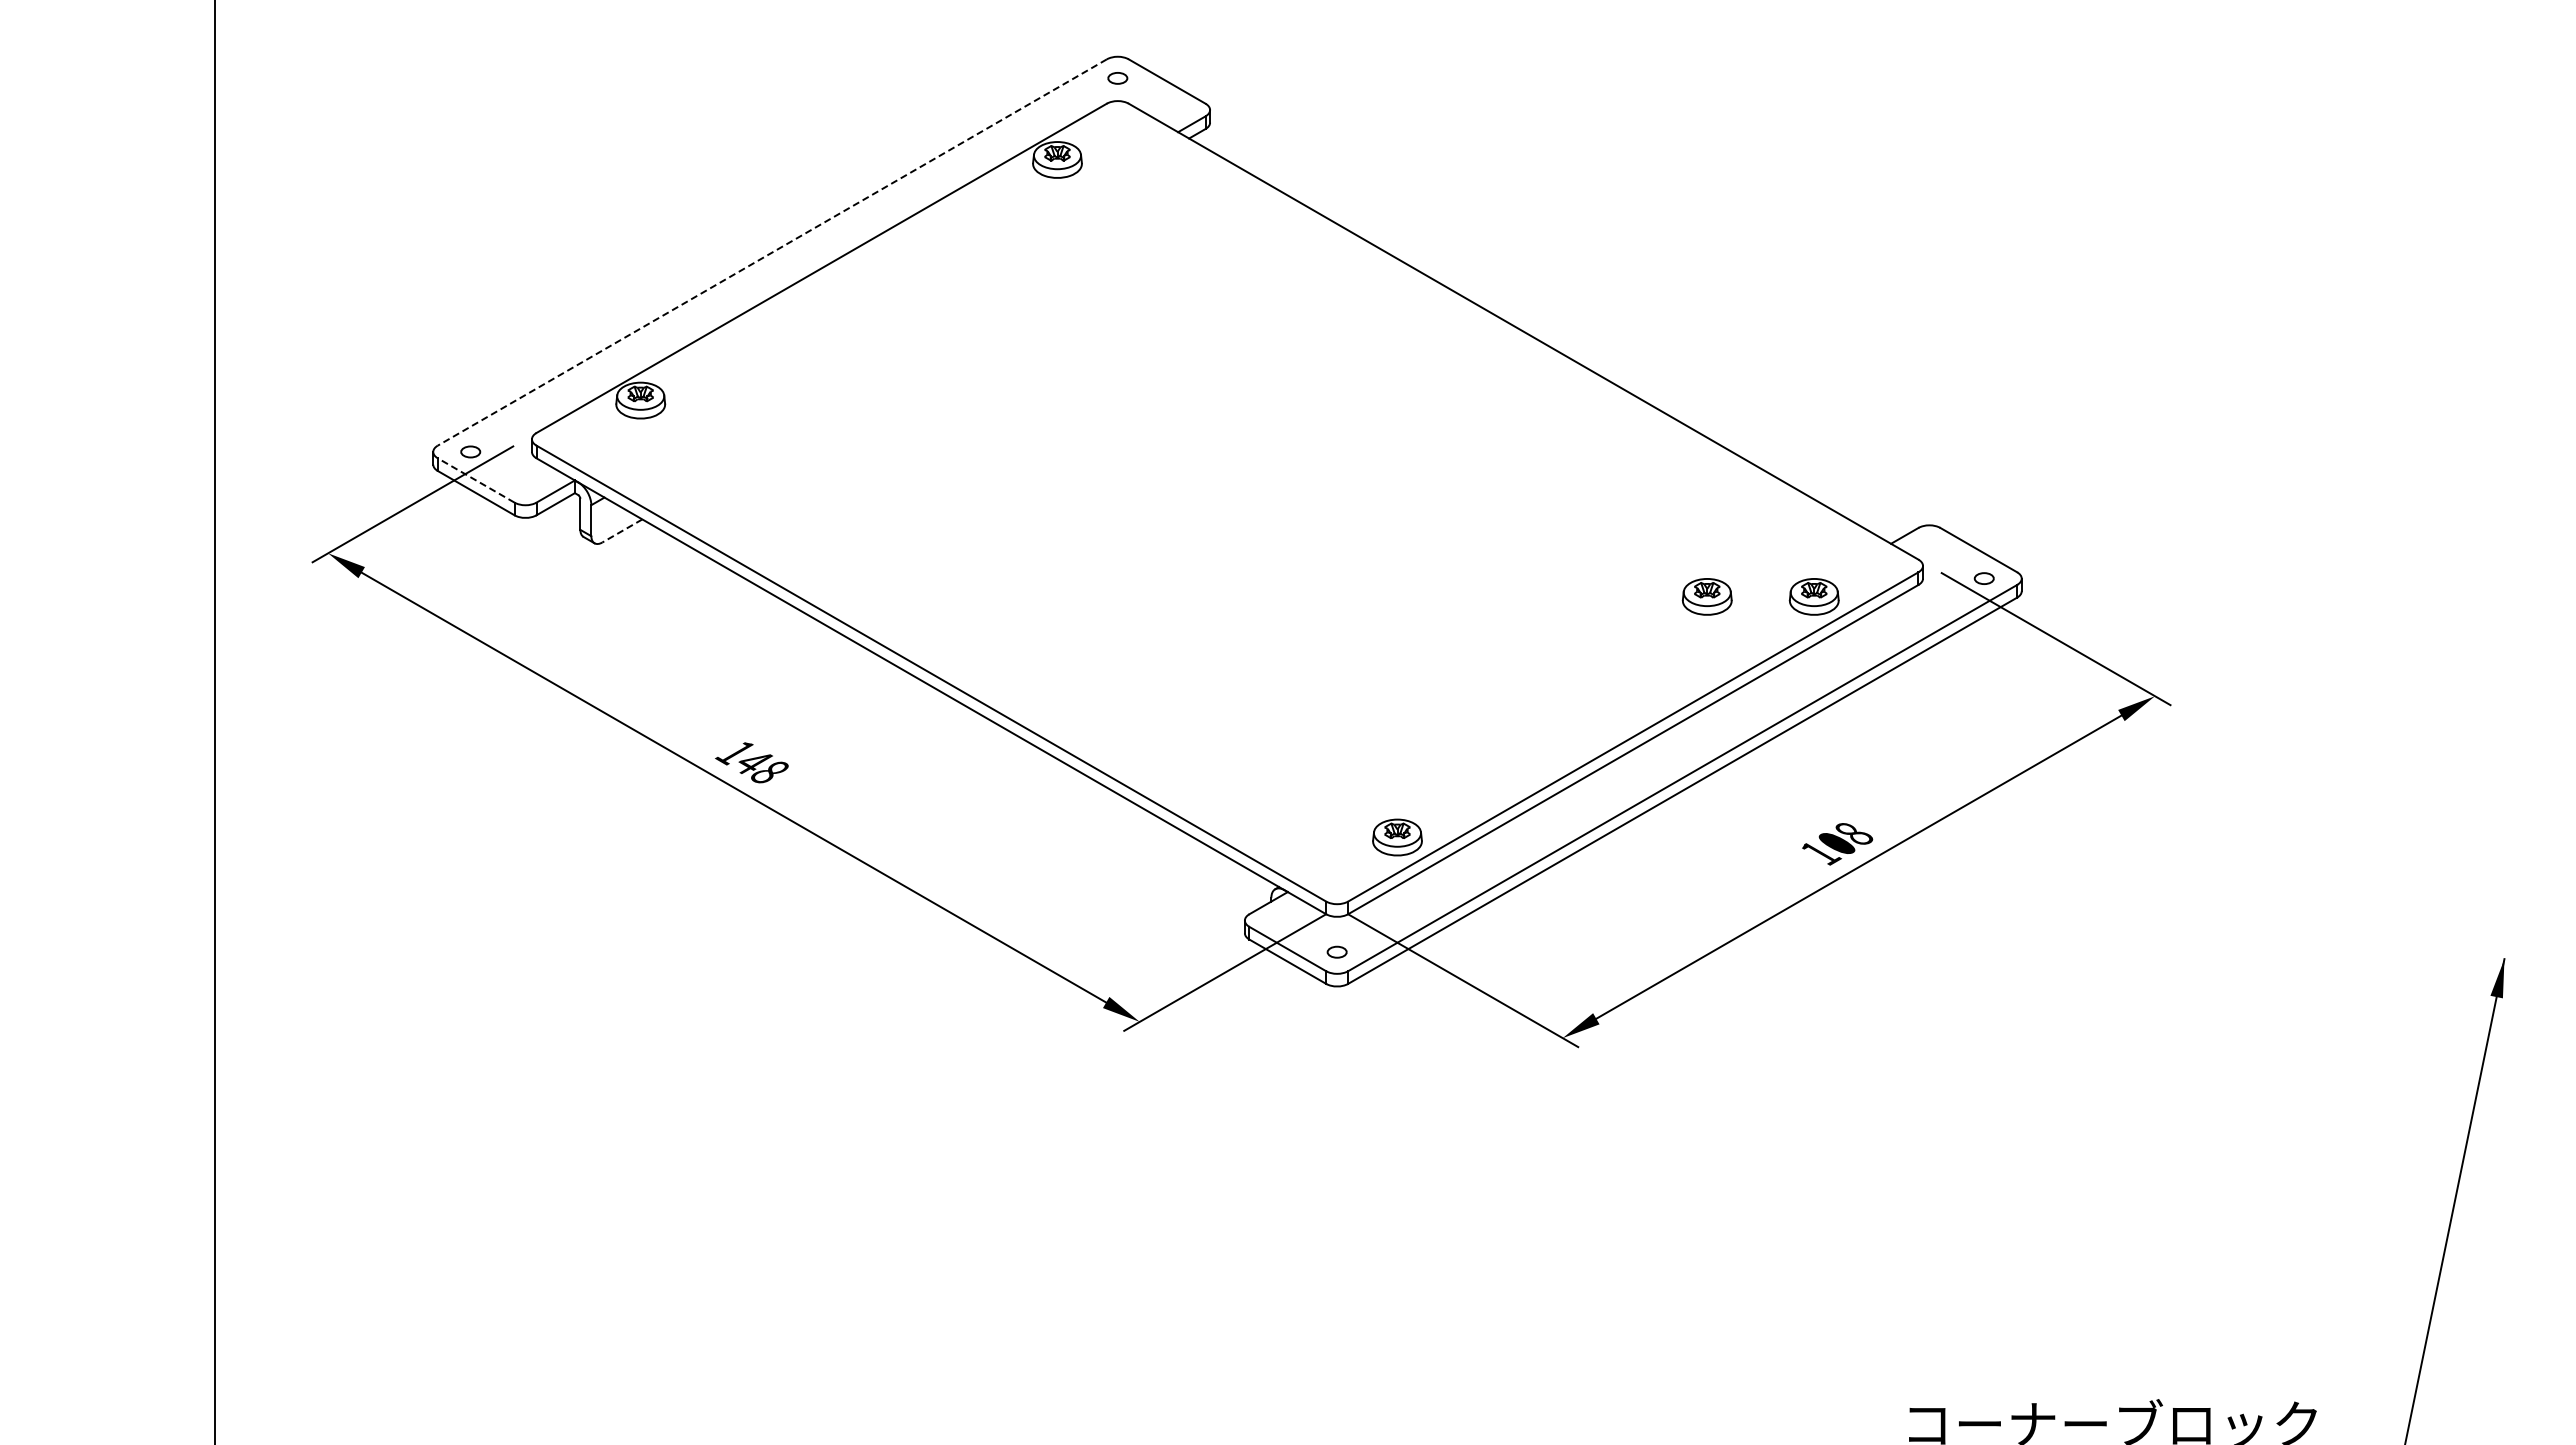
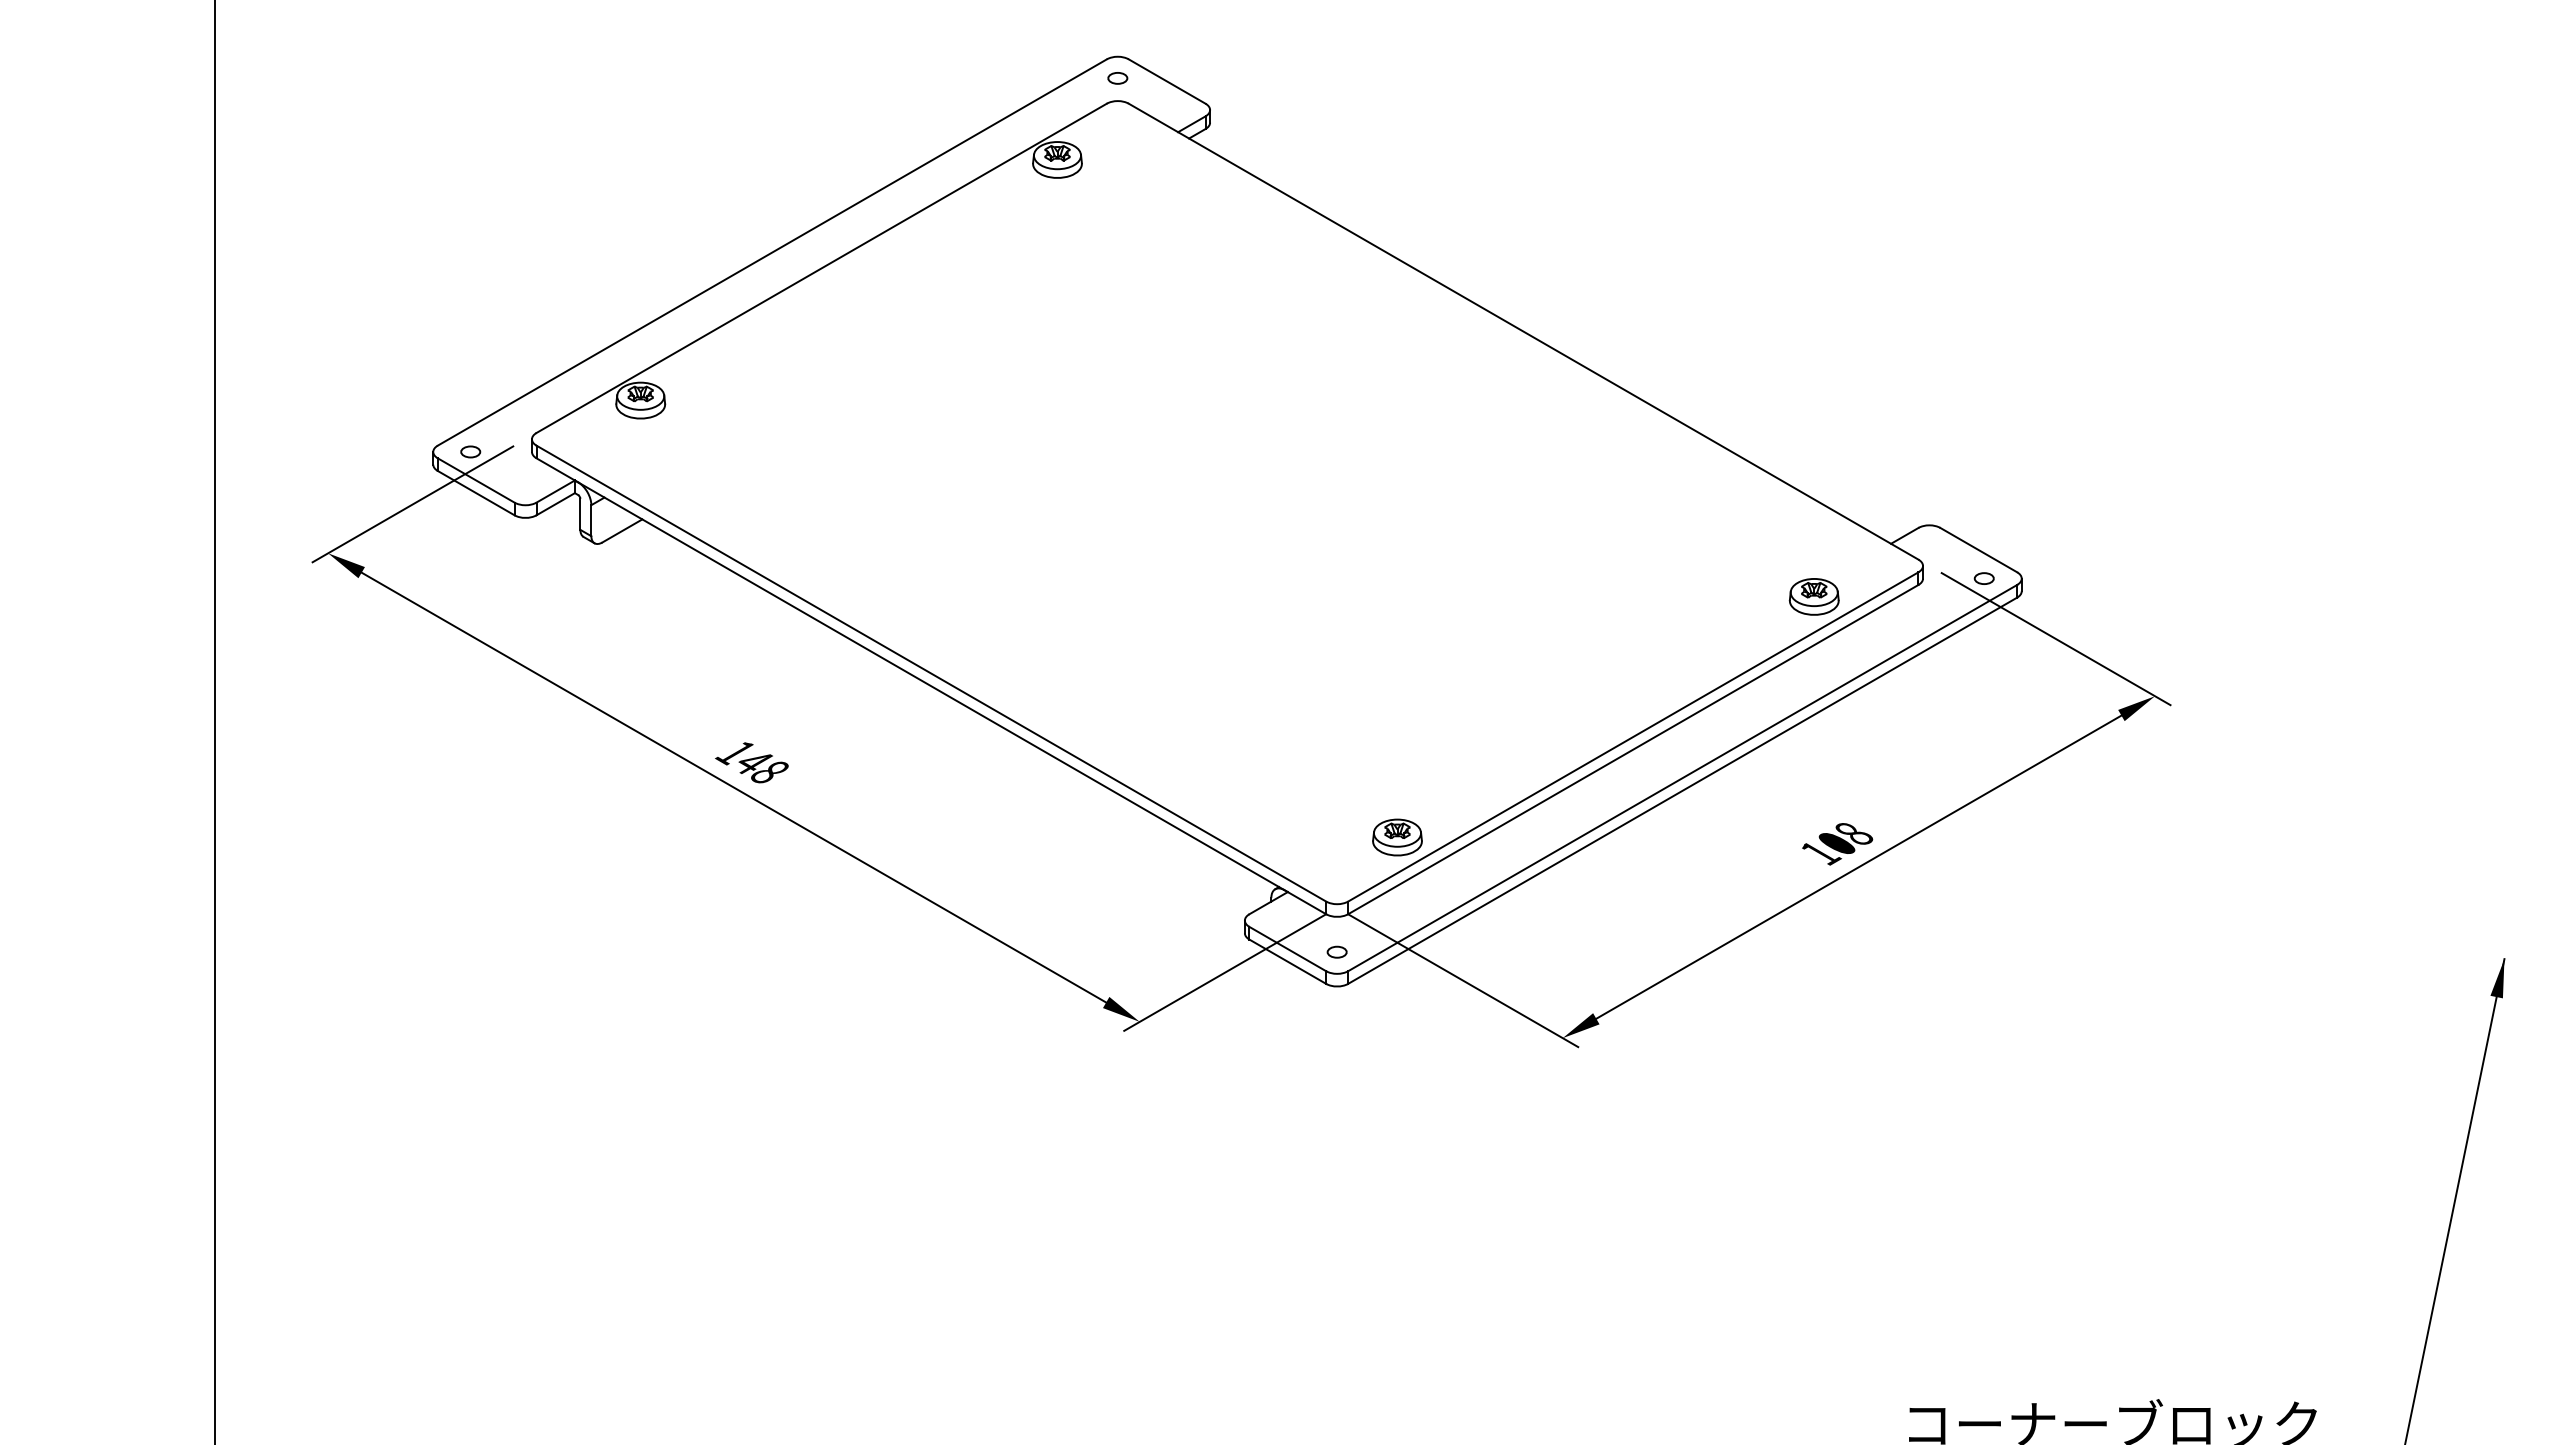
line at (771, 252): dashed -> solid
line at (475, 480): dashed -> solid
line at (621, 531): dashed -> solid
part at (1706, 596): present -> none
